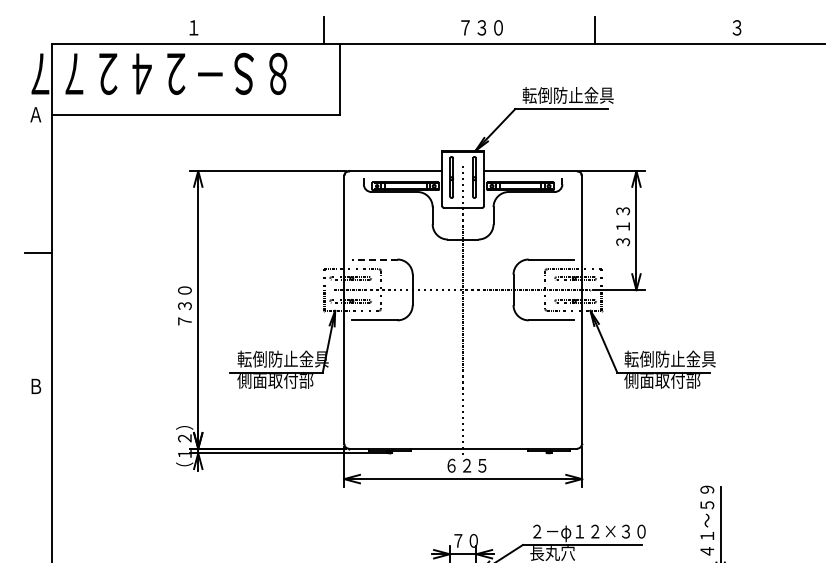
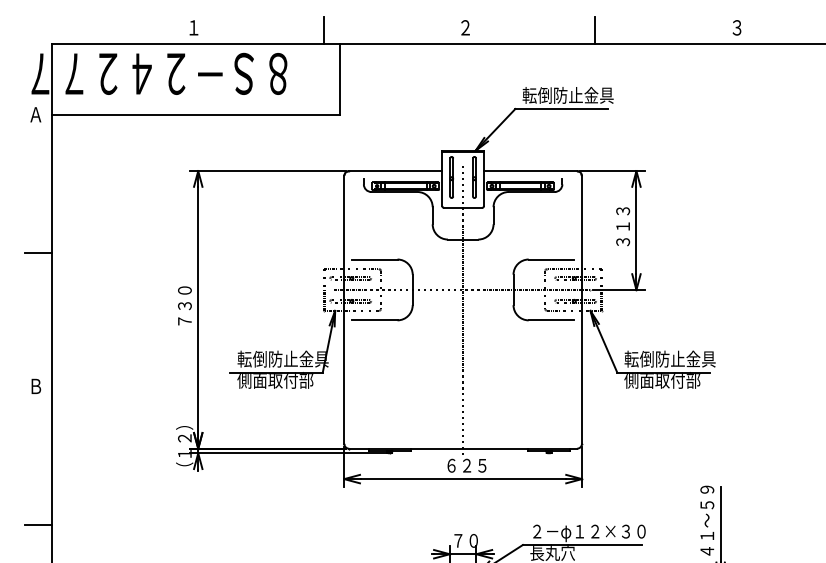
text at (481, 27): ７３０ -> ２
line at (374, 259): dashed -> solid
line at (37, 525): none -> present
